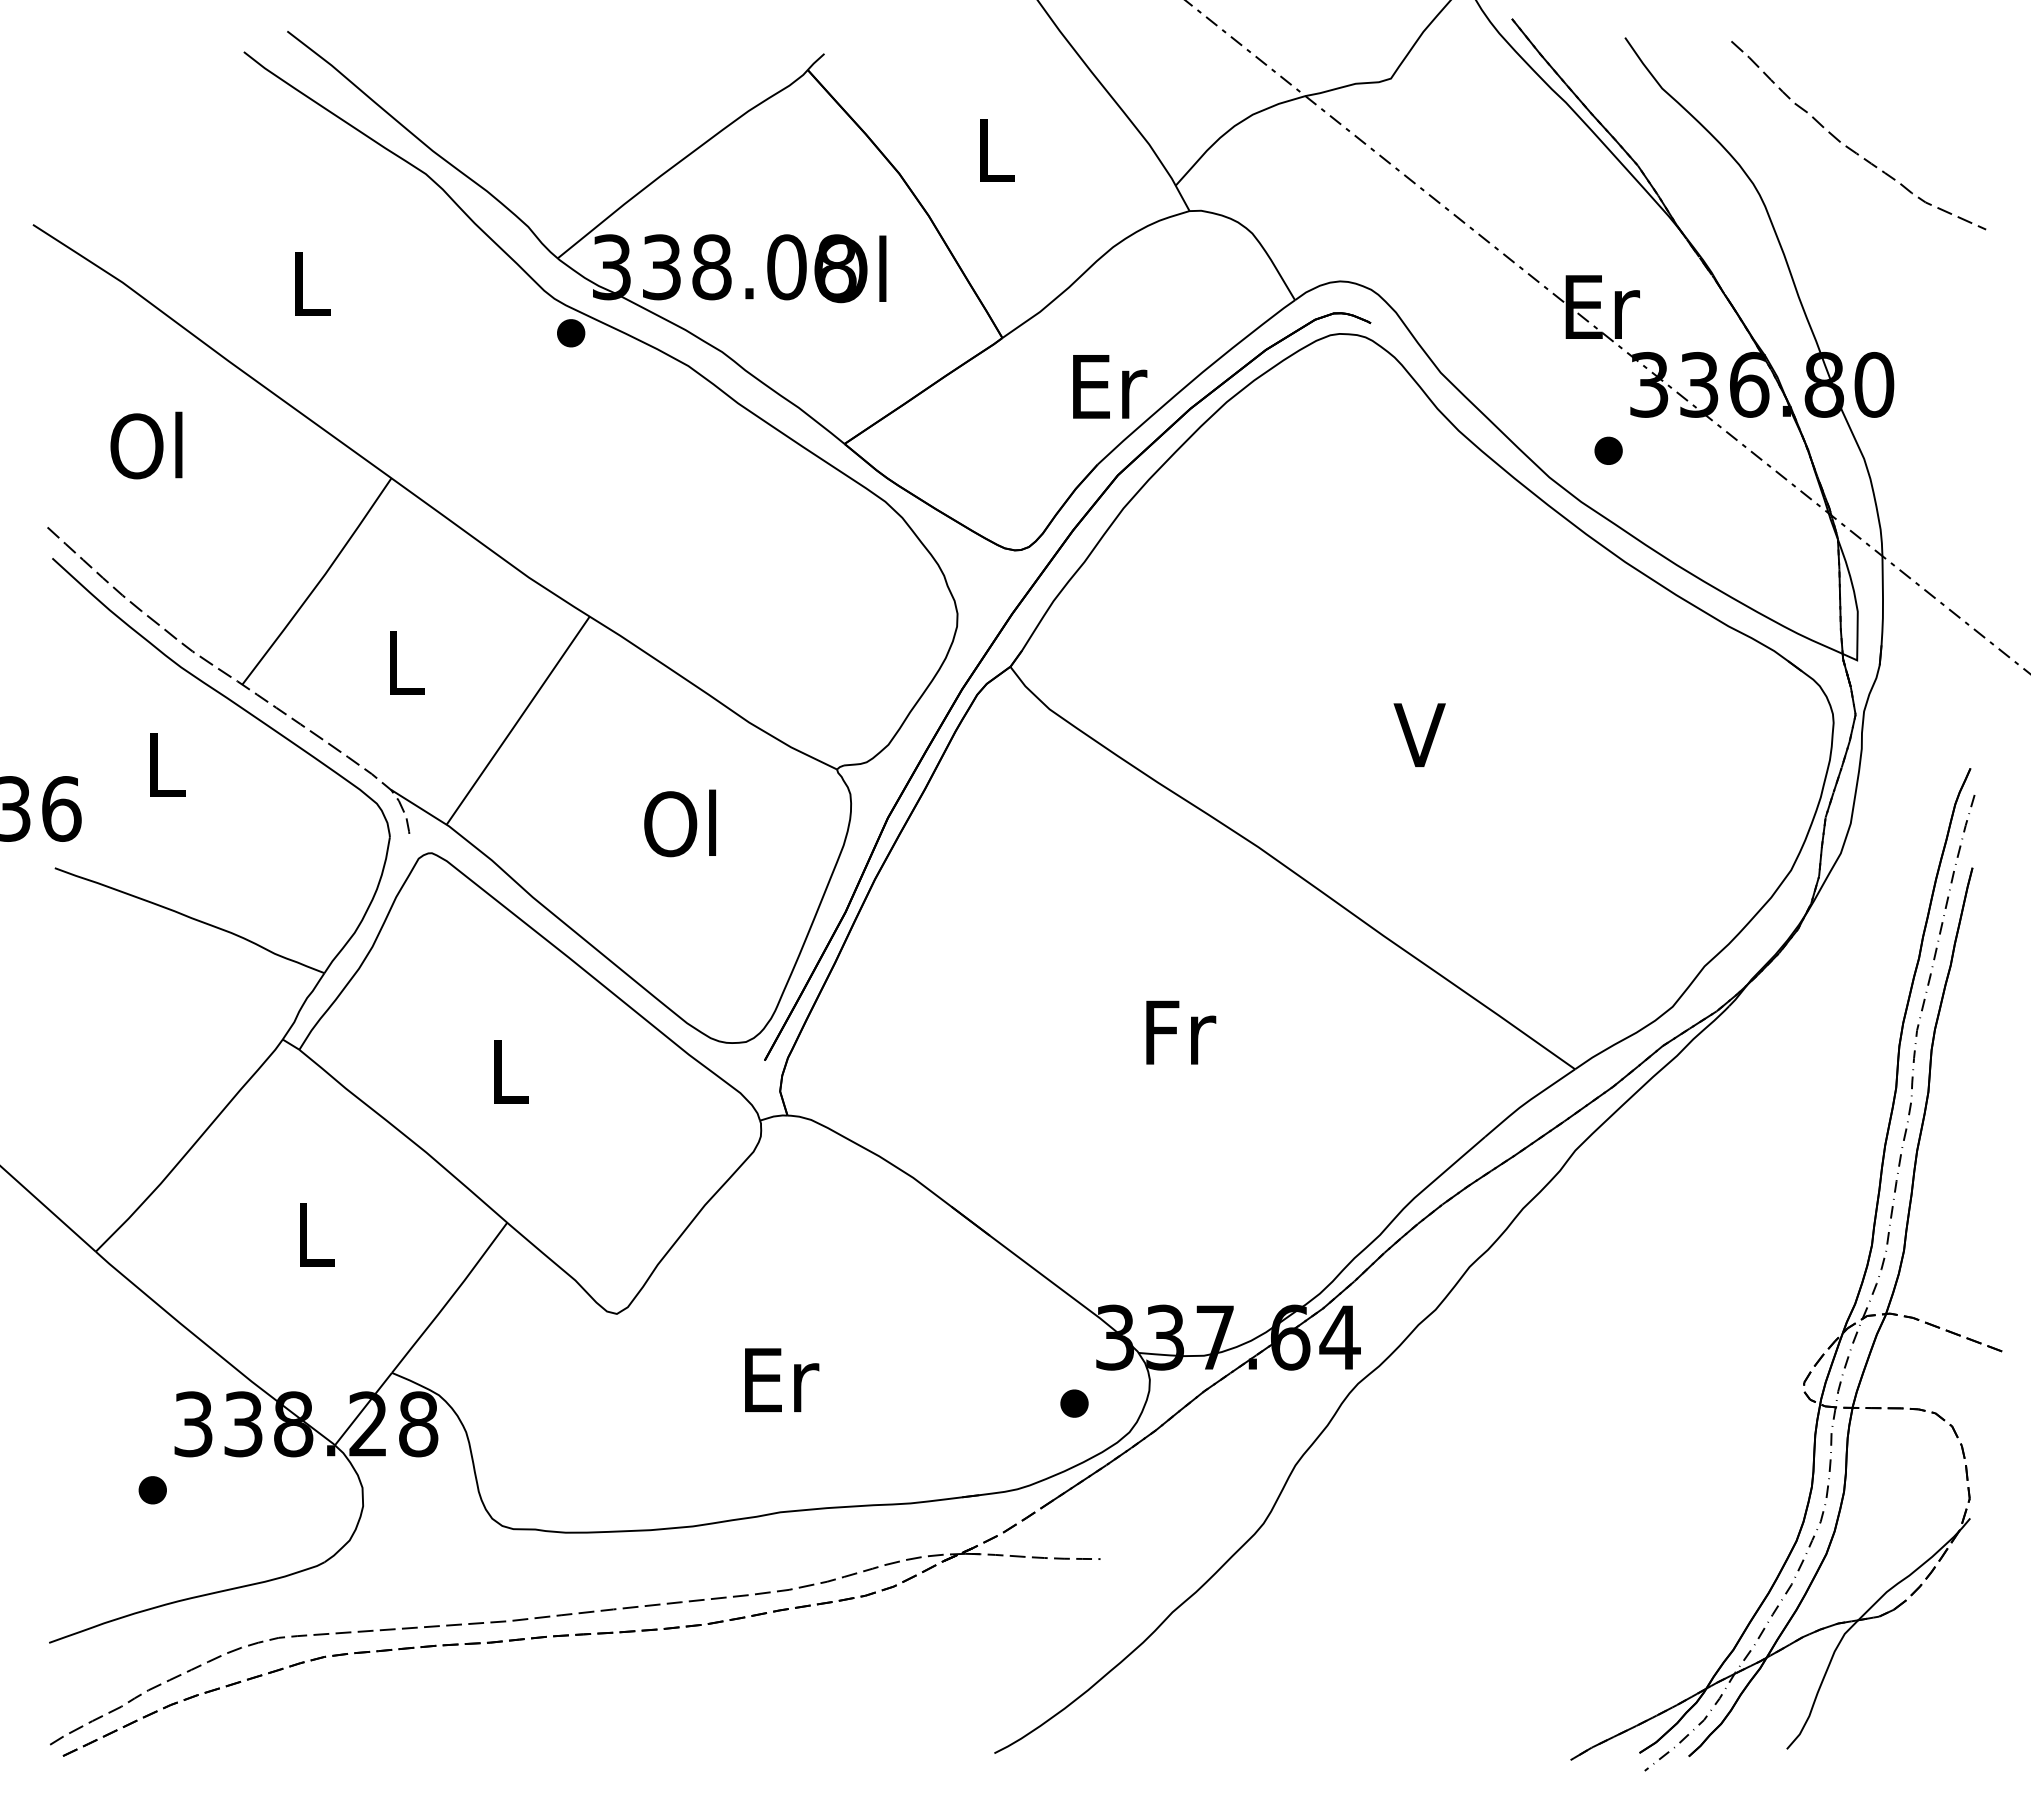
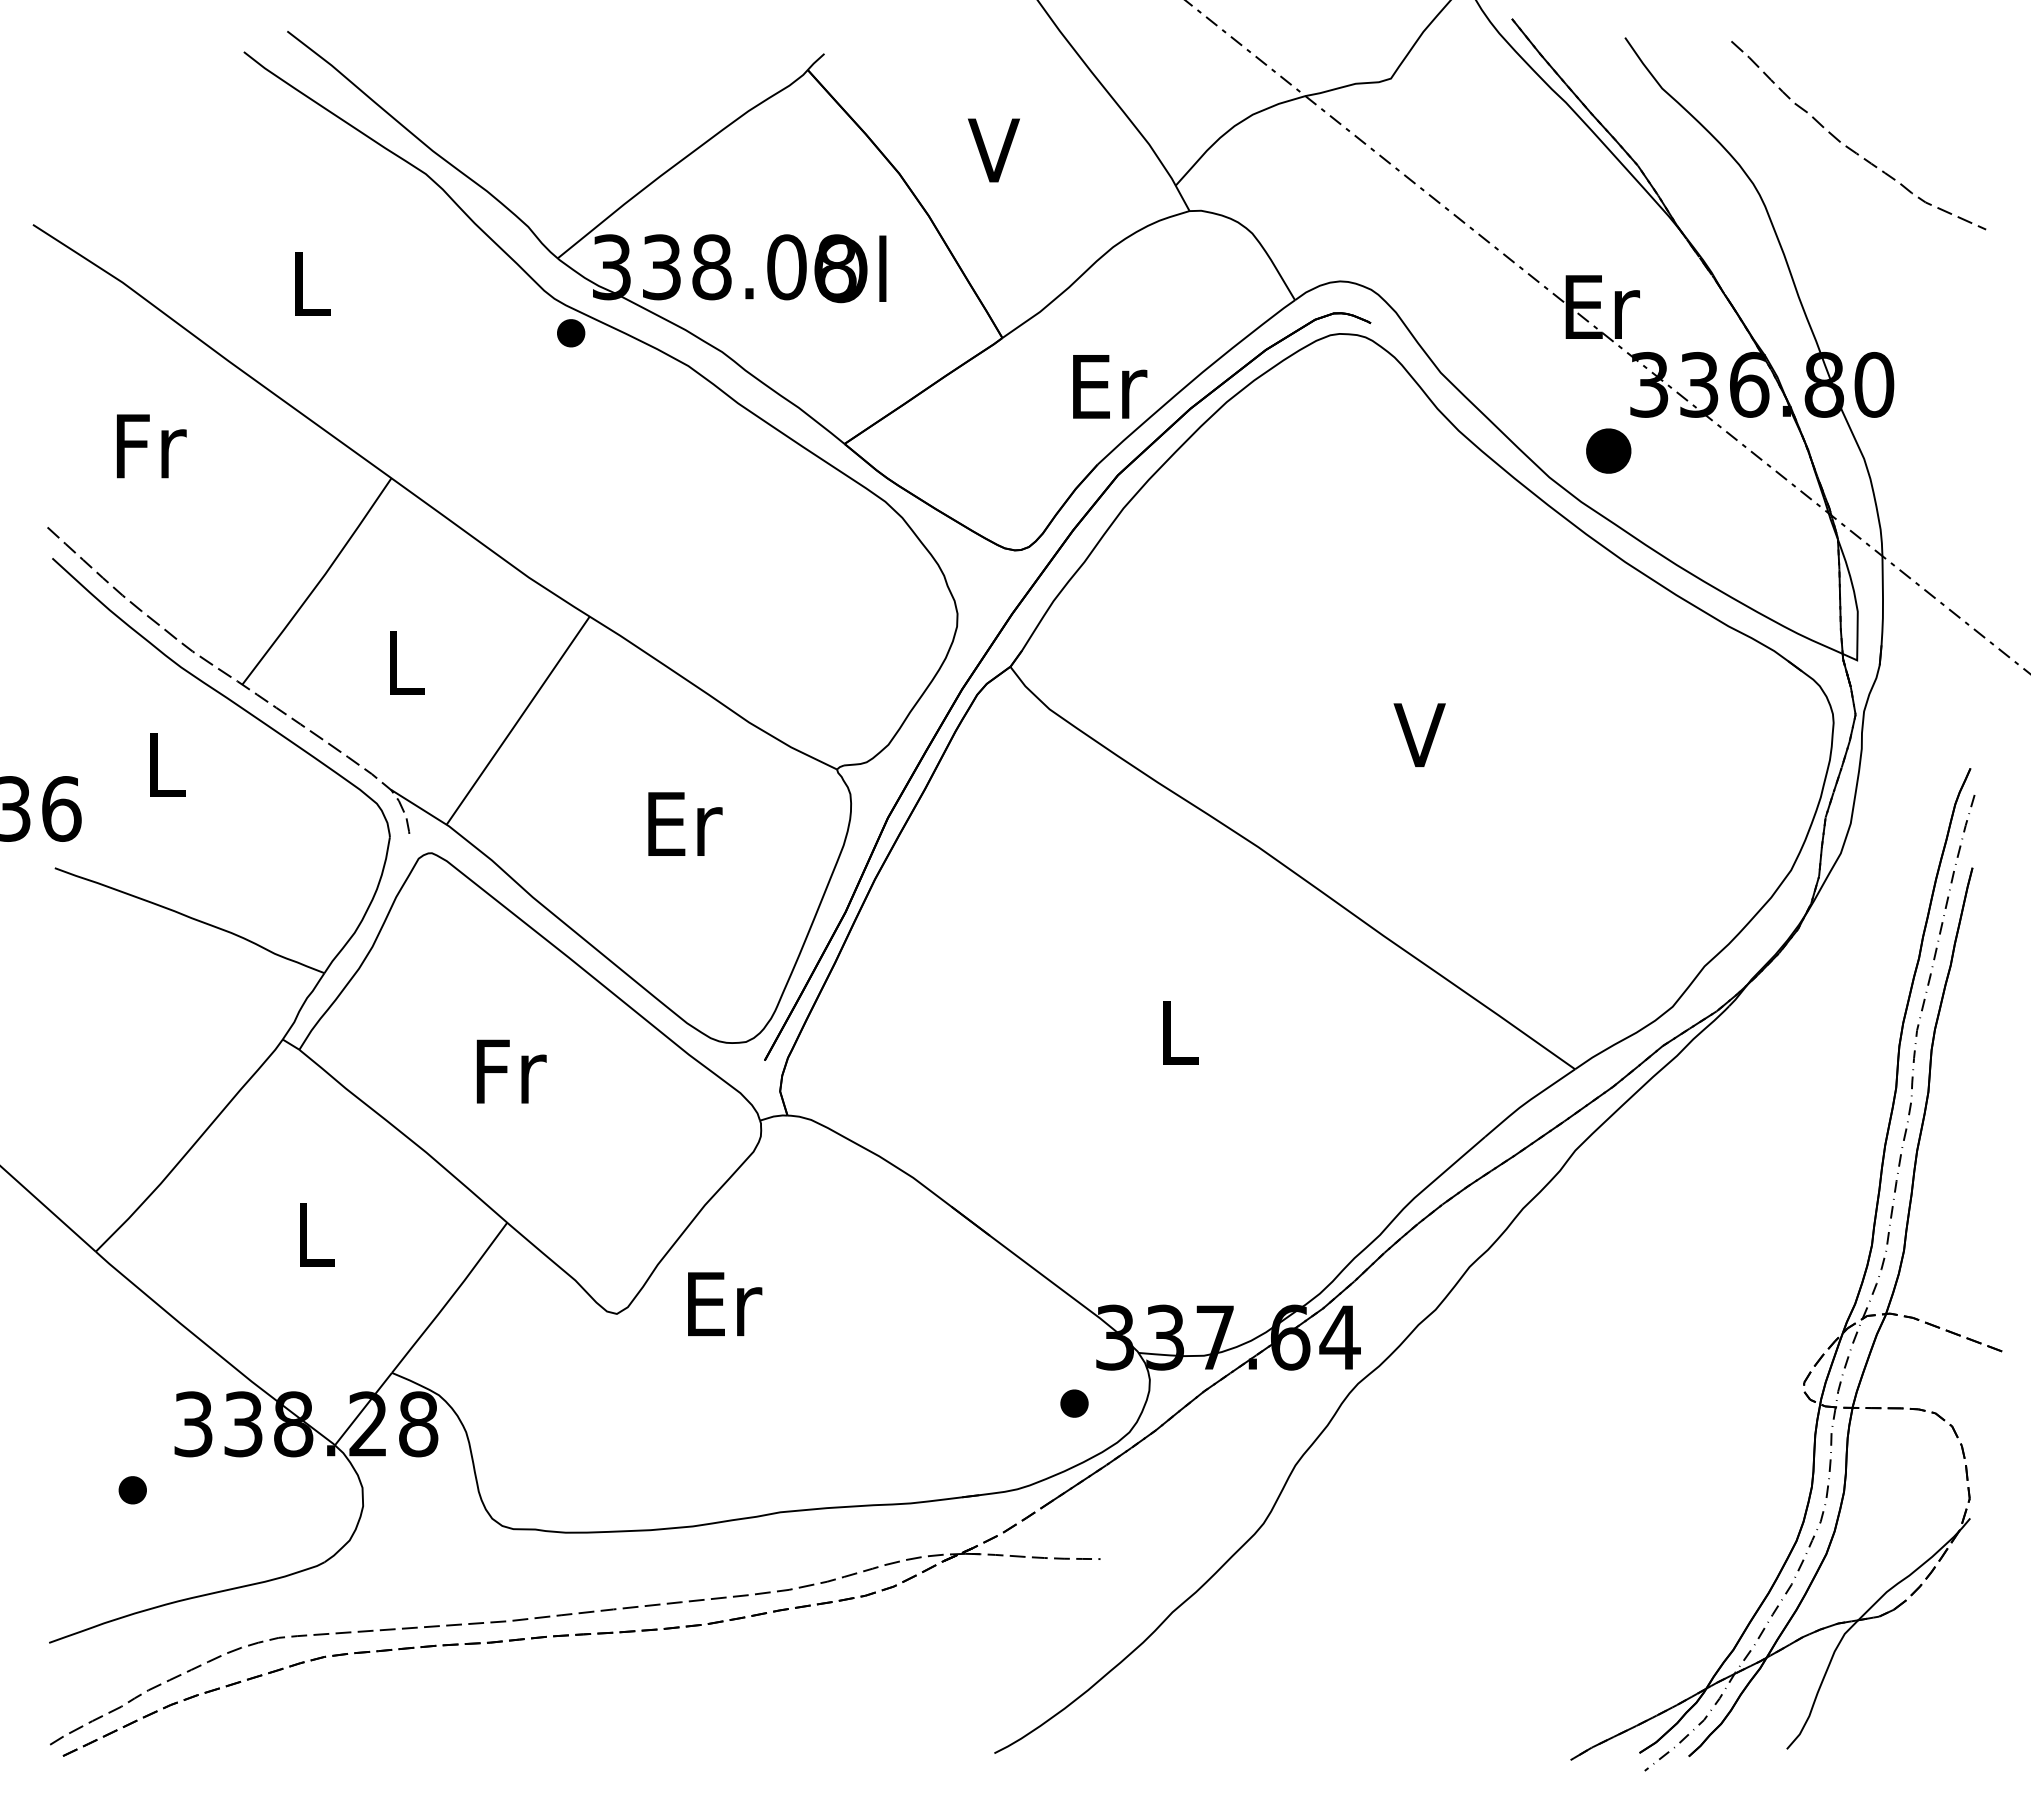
text at (993, 150): L -> V
text at (148, 445): Ol -> Fr
part at (1608, 450) size: 29x29 px -> 46x46 px
text at (683, 823): Ol -> Er
text at (1181, 1032): Fr -> L
text at (511, 1071): L -> Fr
text at (782, 1379) position: (782, 1379) -> (725, 1303)
part at (152, 1490) position: (152, 1490) -> (132, 1490)
